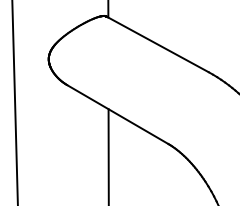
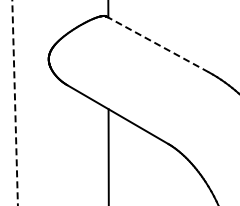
line at (157, 44): solid -> dashed
line at (15, 102): solid -> dashed
